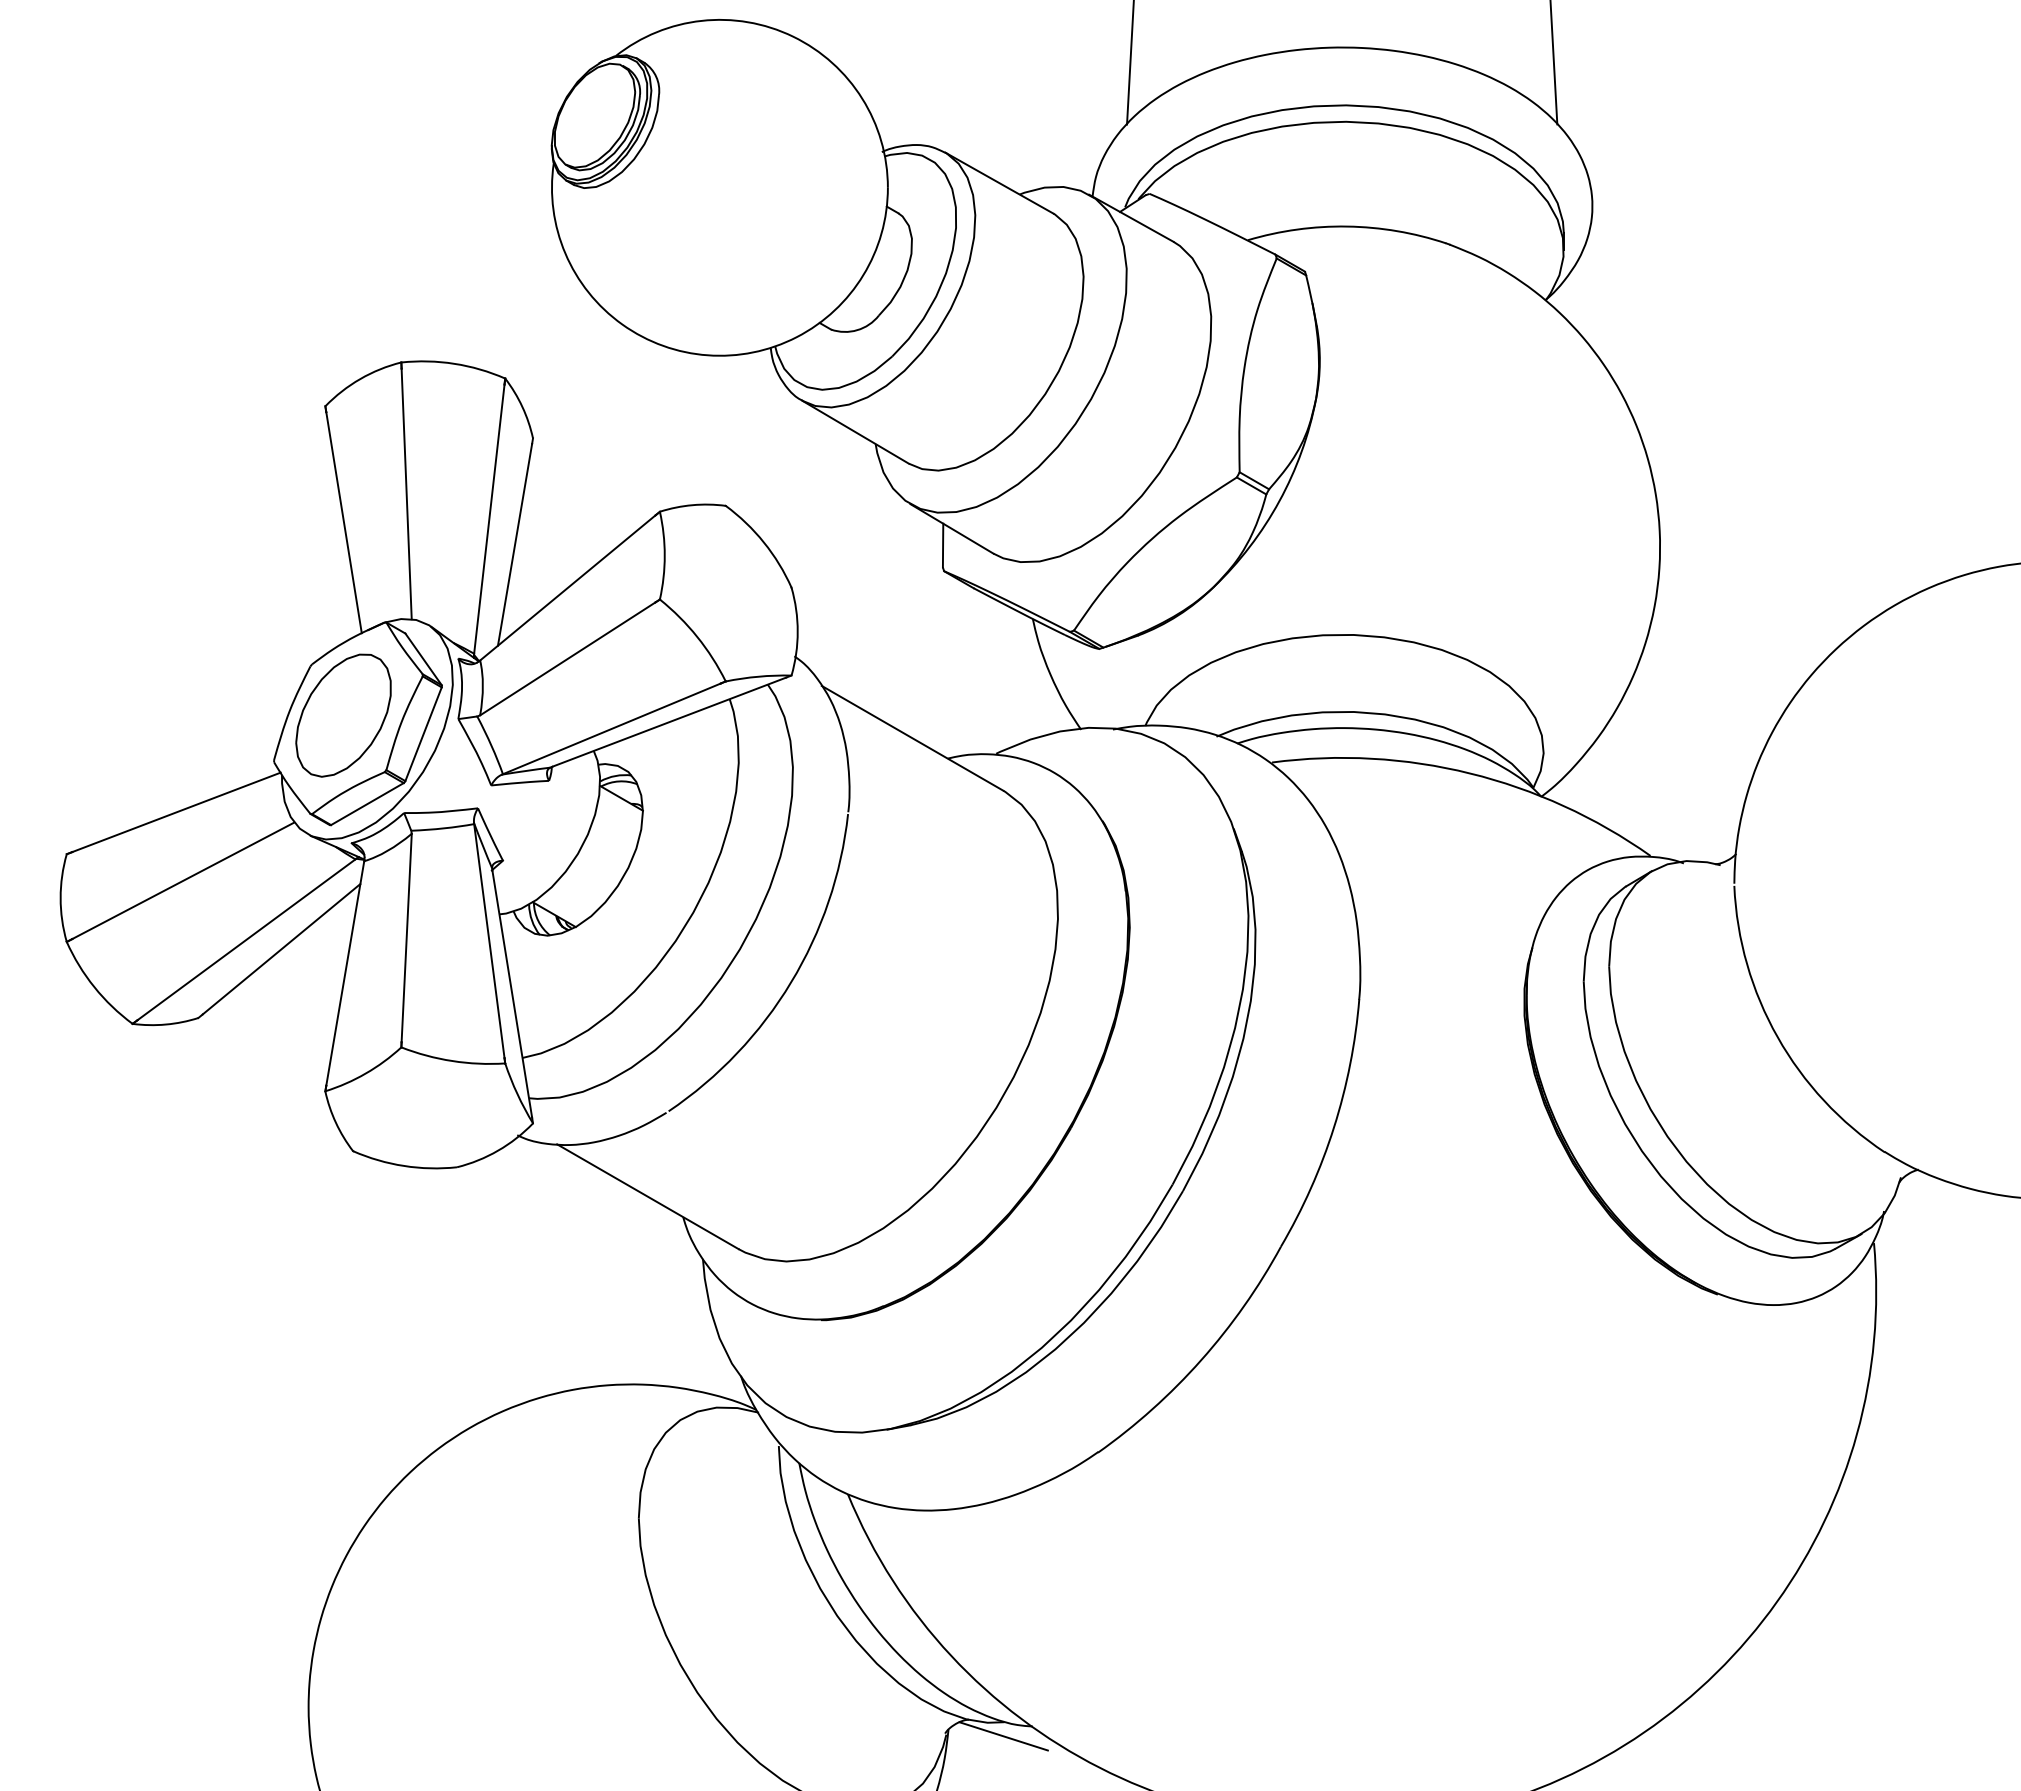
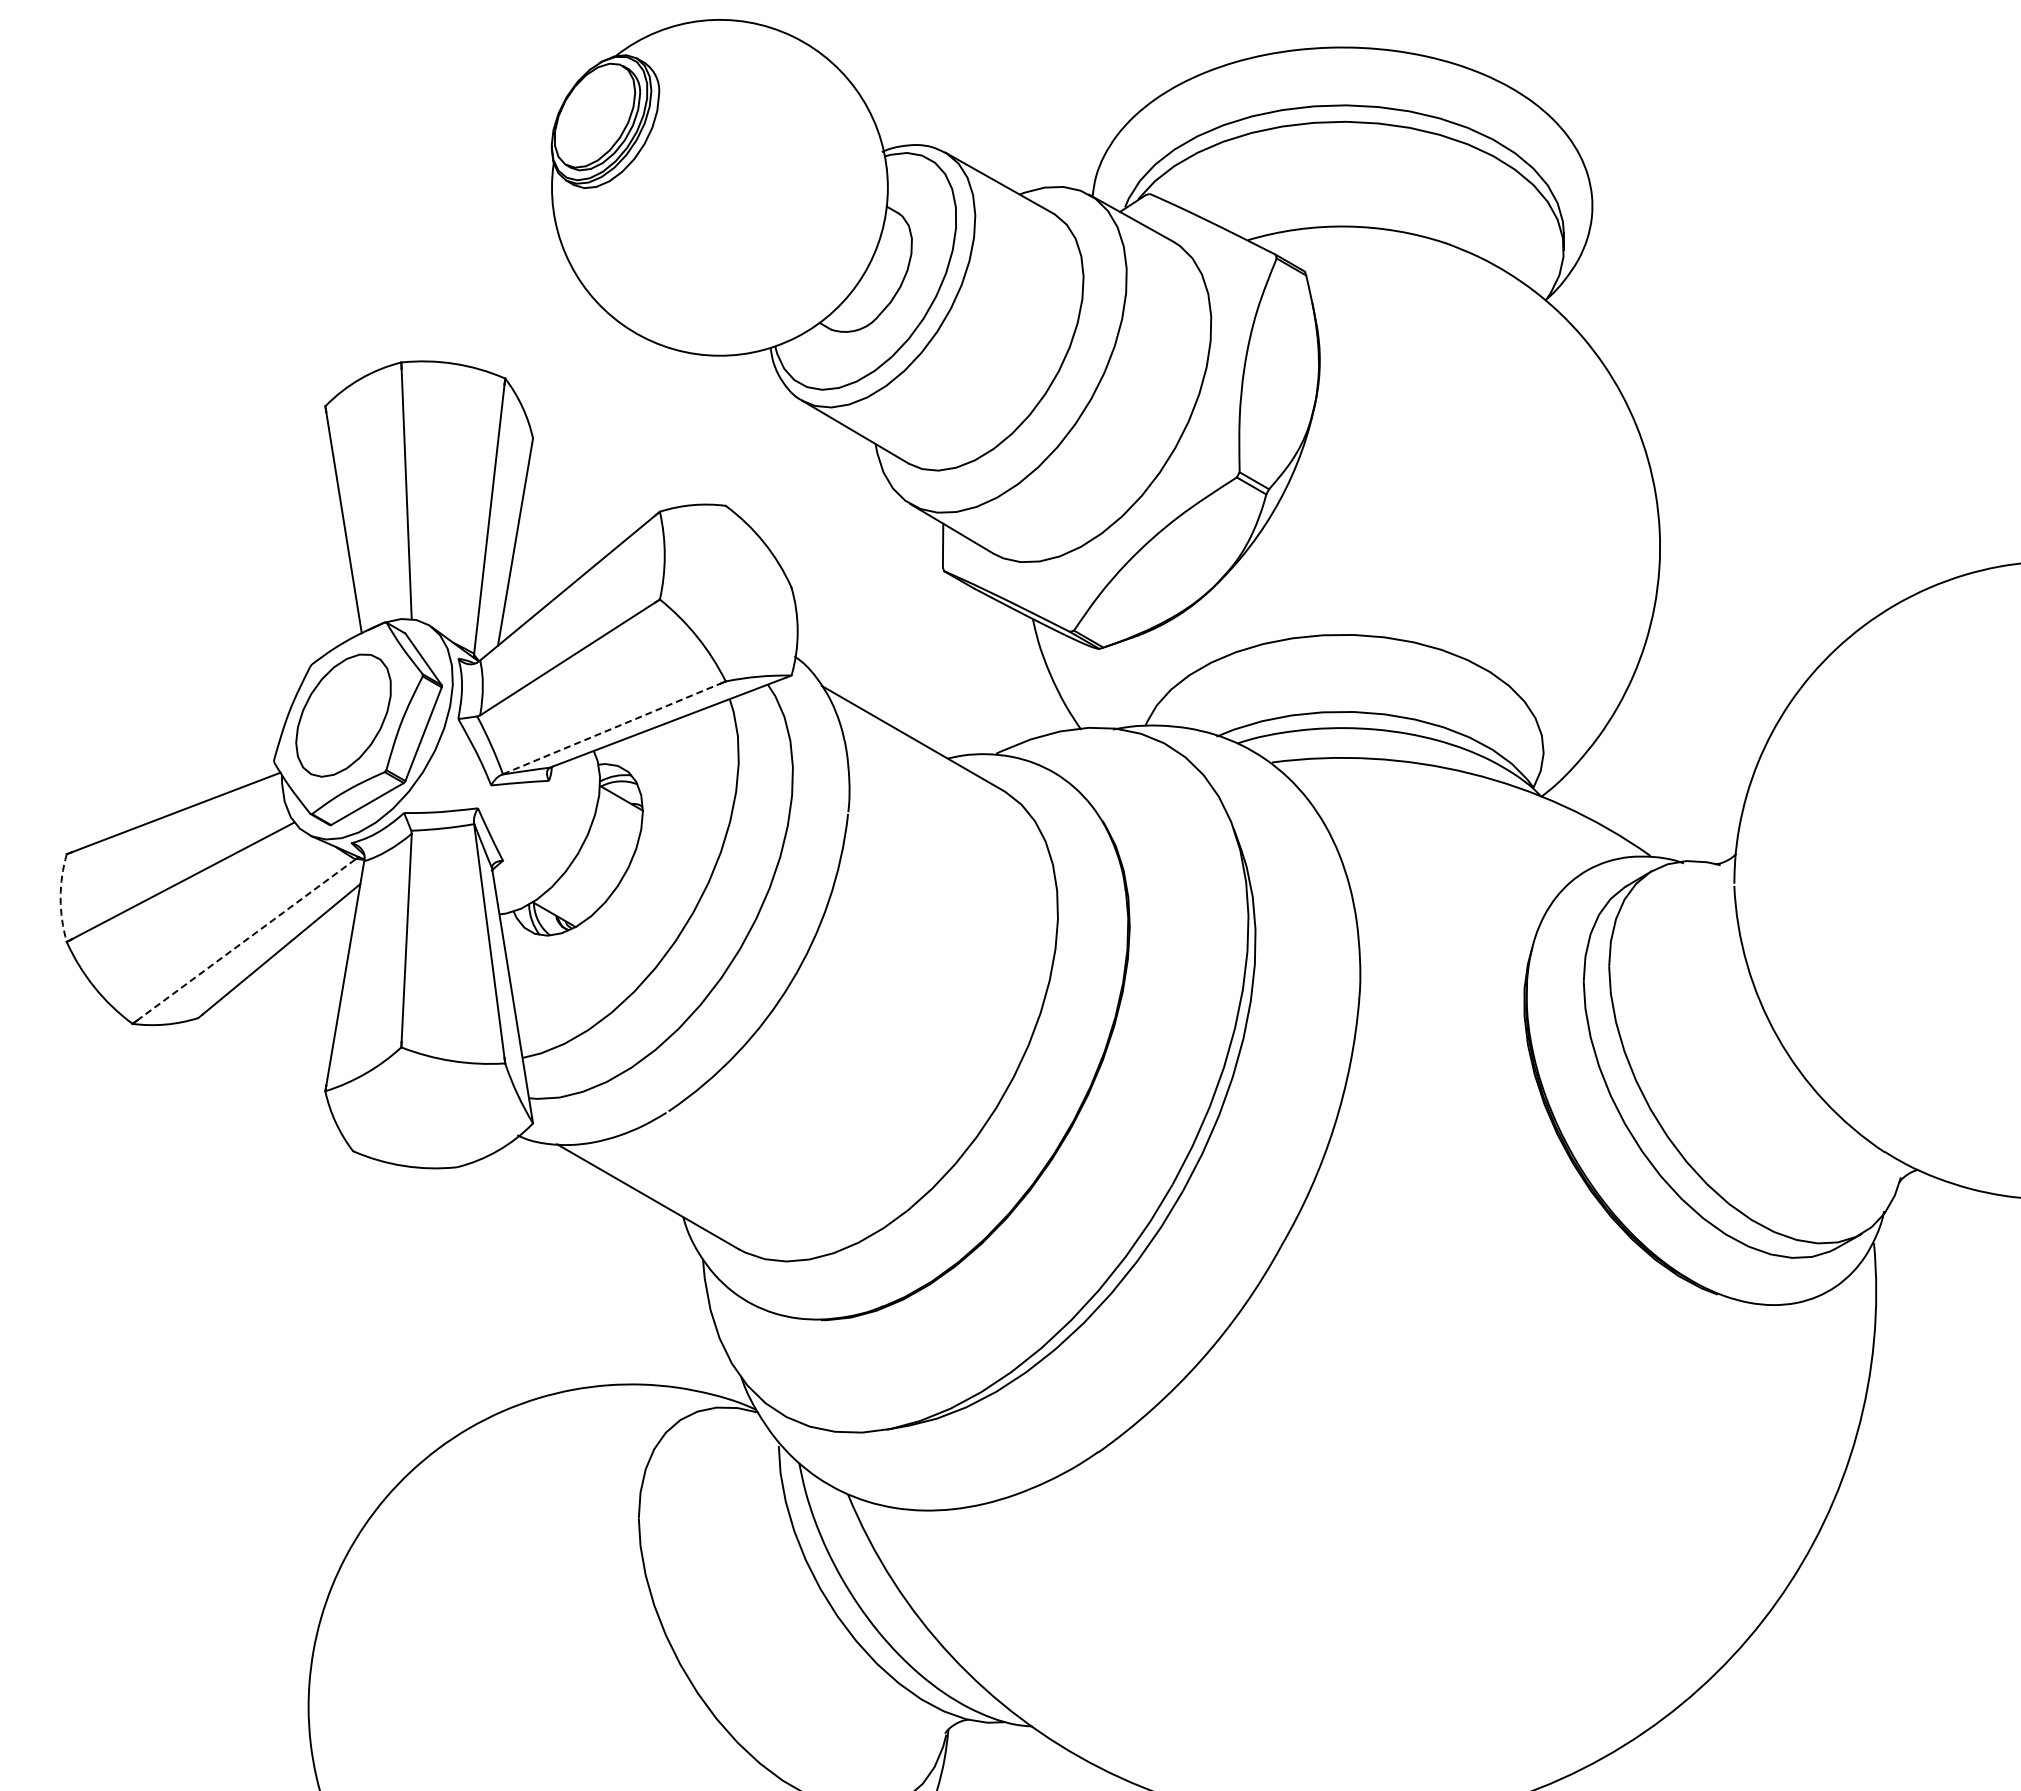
line at (1130, 63): present -> none
line at (1553, 63): present -> none
line at (612, 728): solid -> dashed
arc at (60, 898): solid -> dashed
line at (246, 940): solid -> dashed
line at (1003, 1736): present -> none
